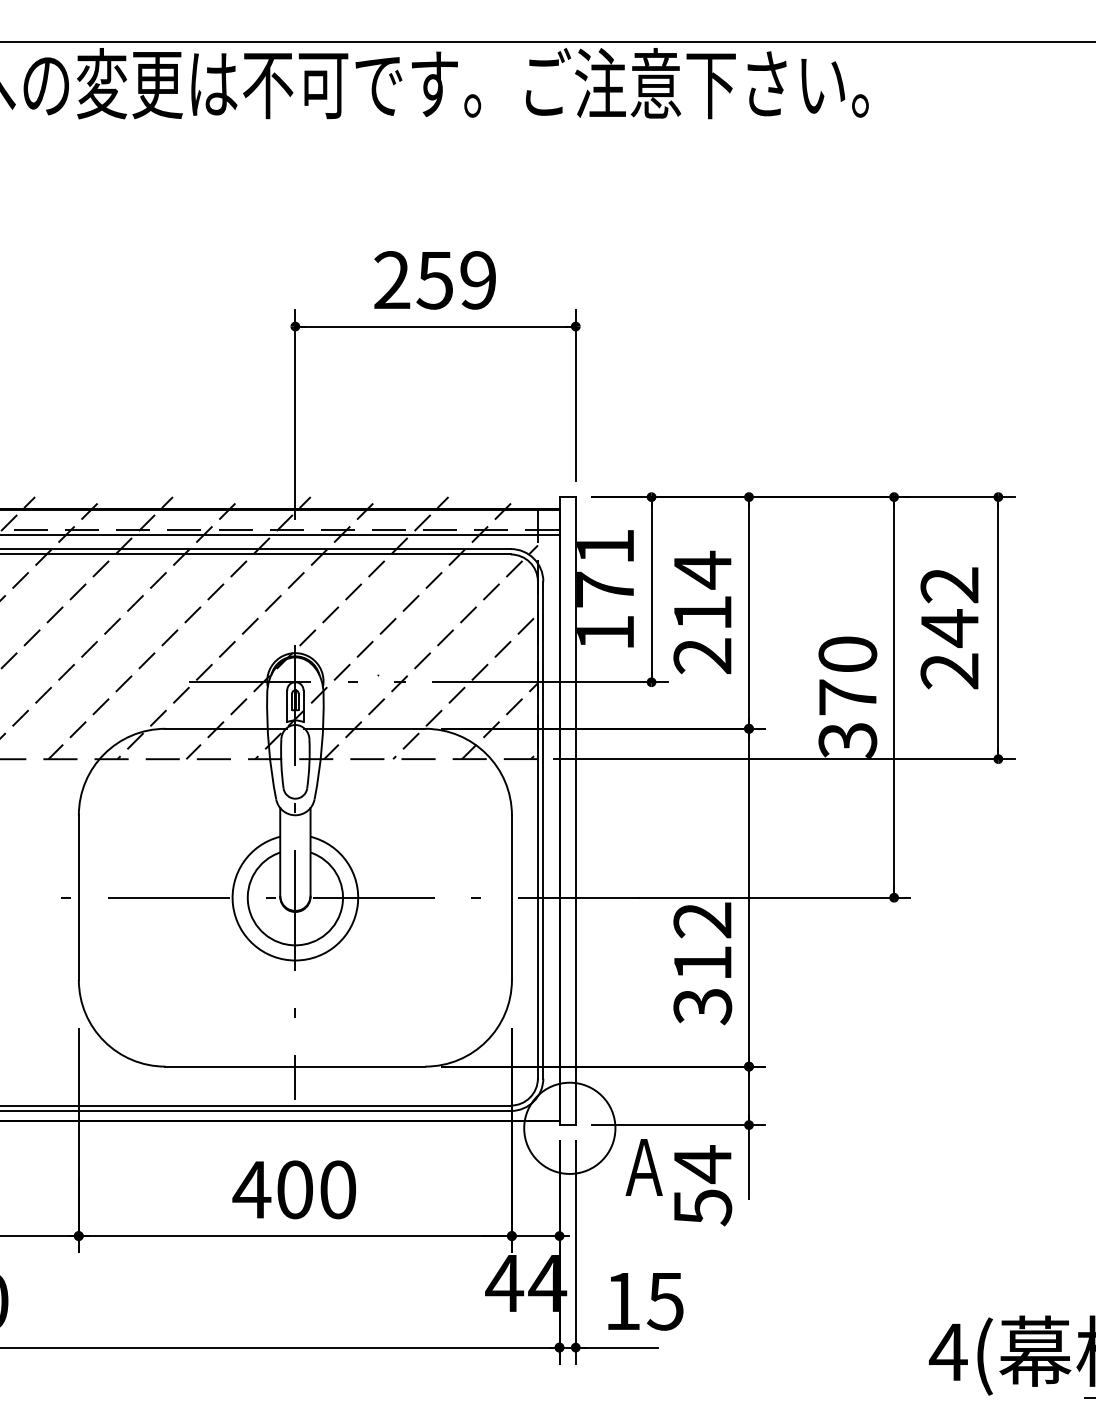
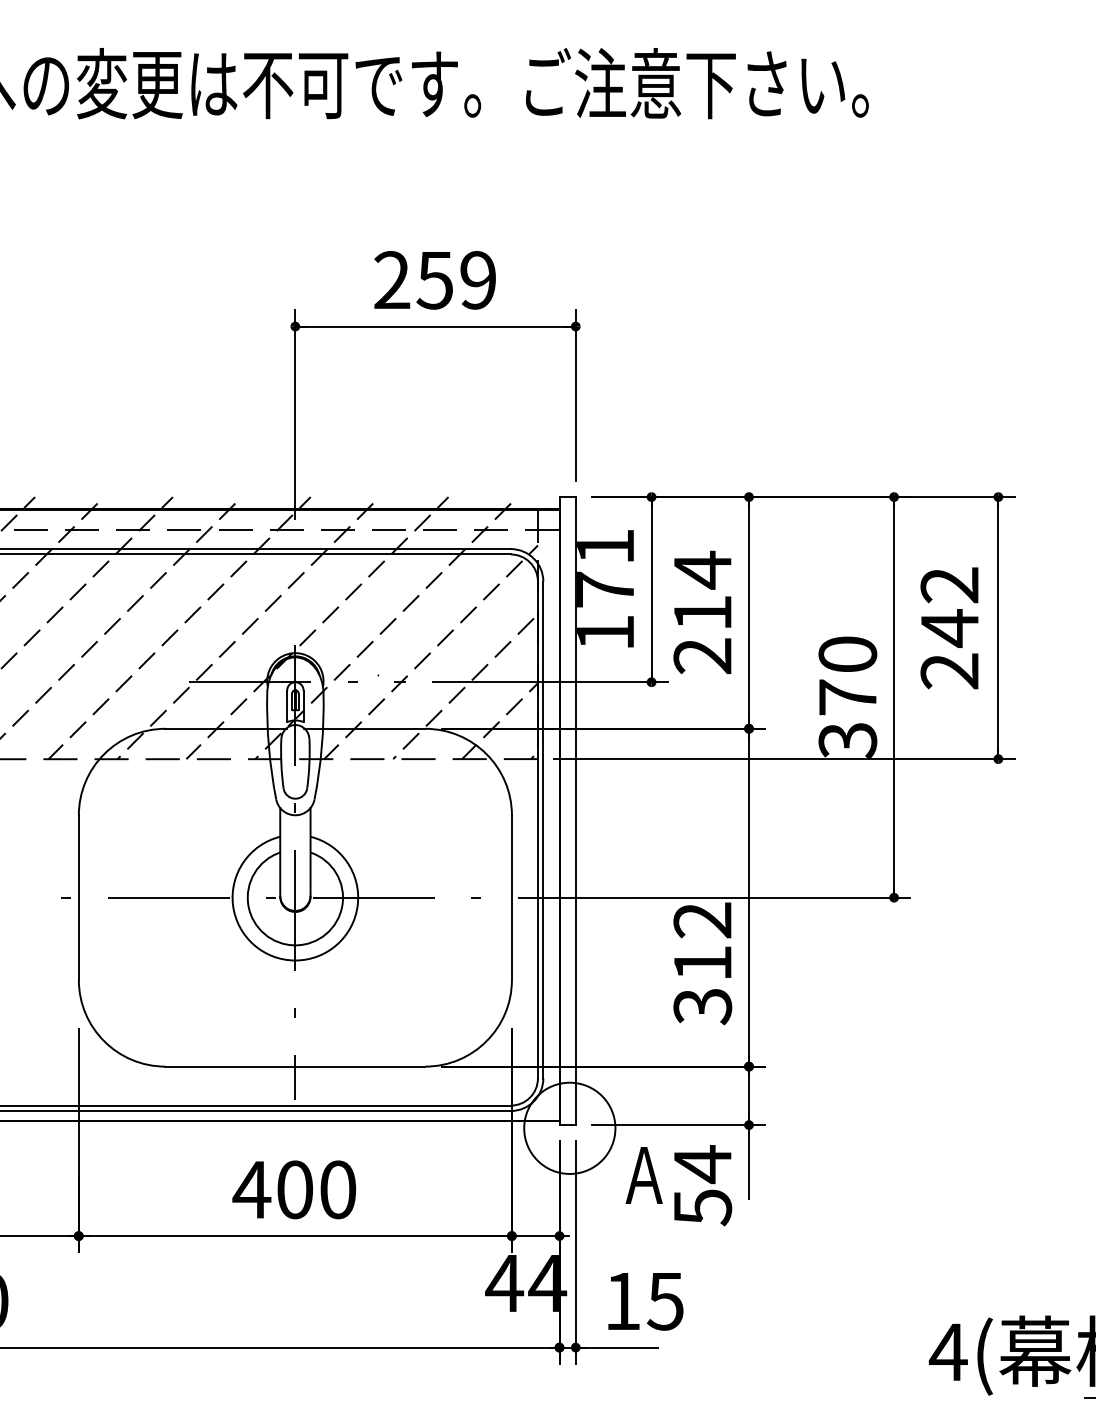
line at (547, 42): present -> none
line at (280, 535): present -> none
text at (643, 1167) position: (643, 1167) -> (643, 1175)
